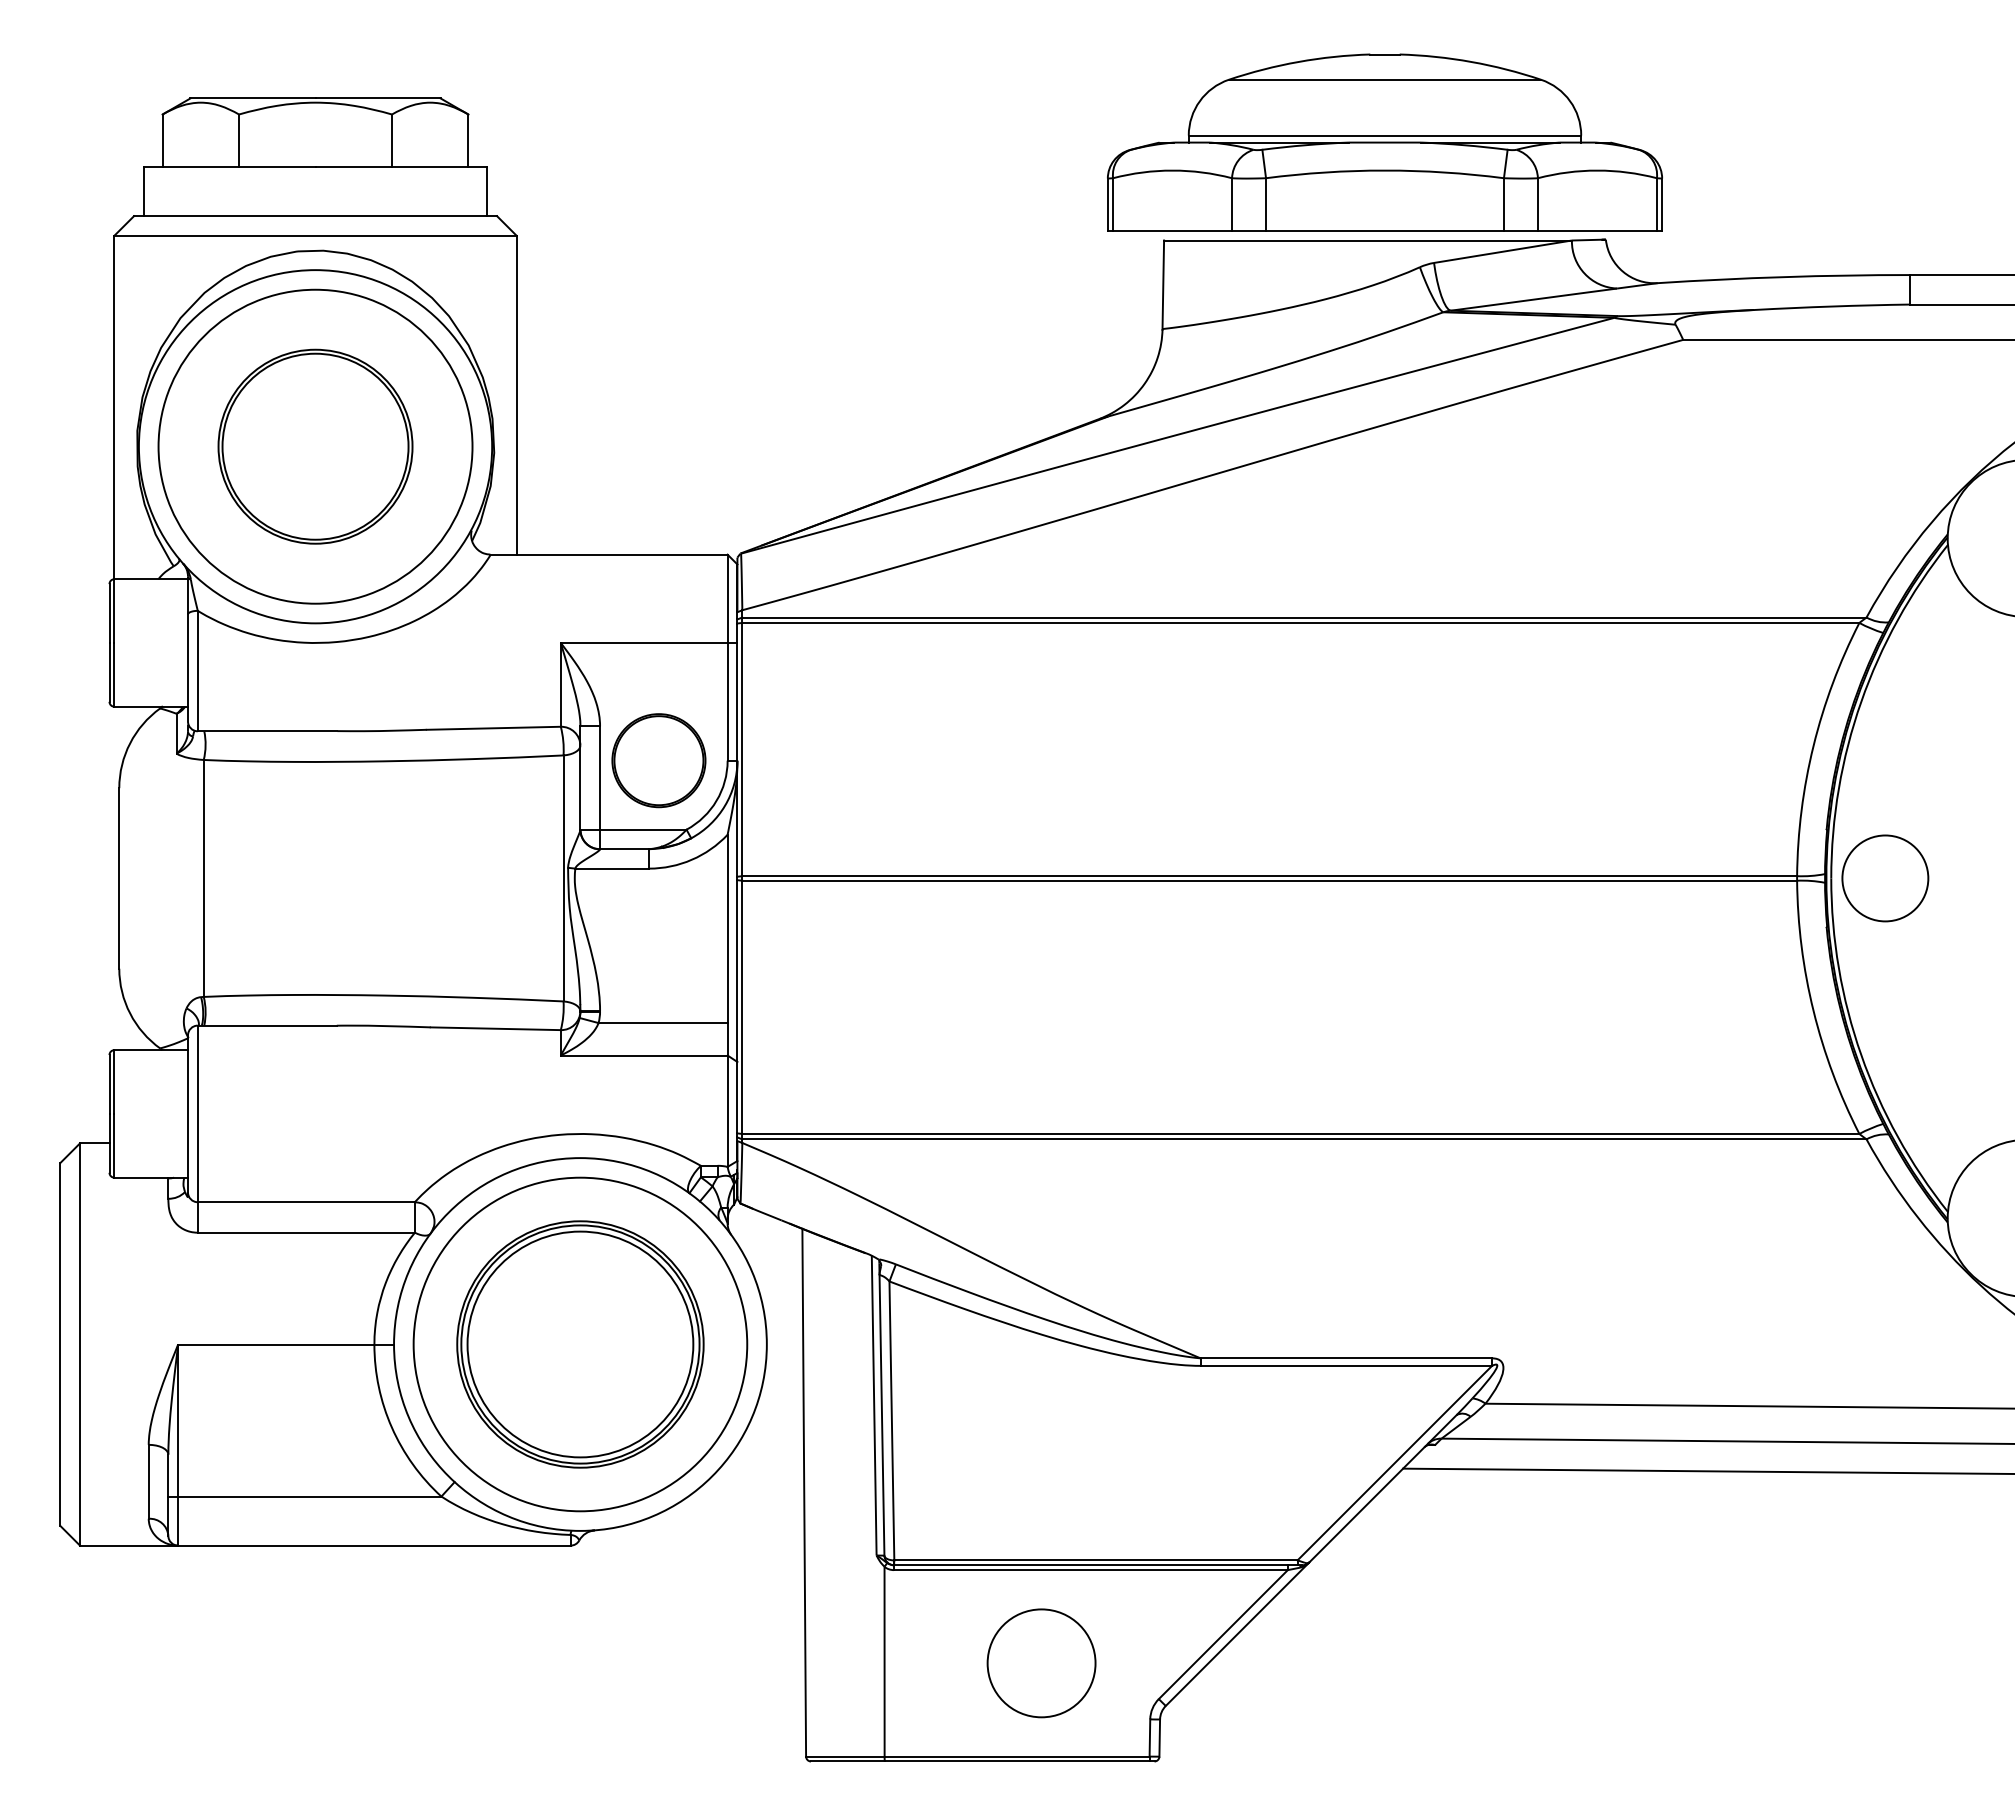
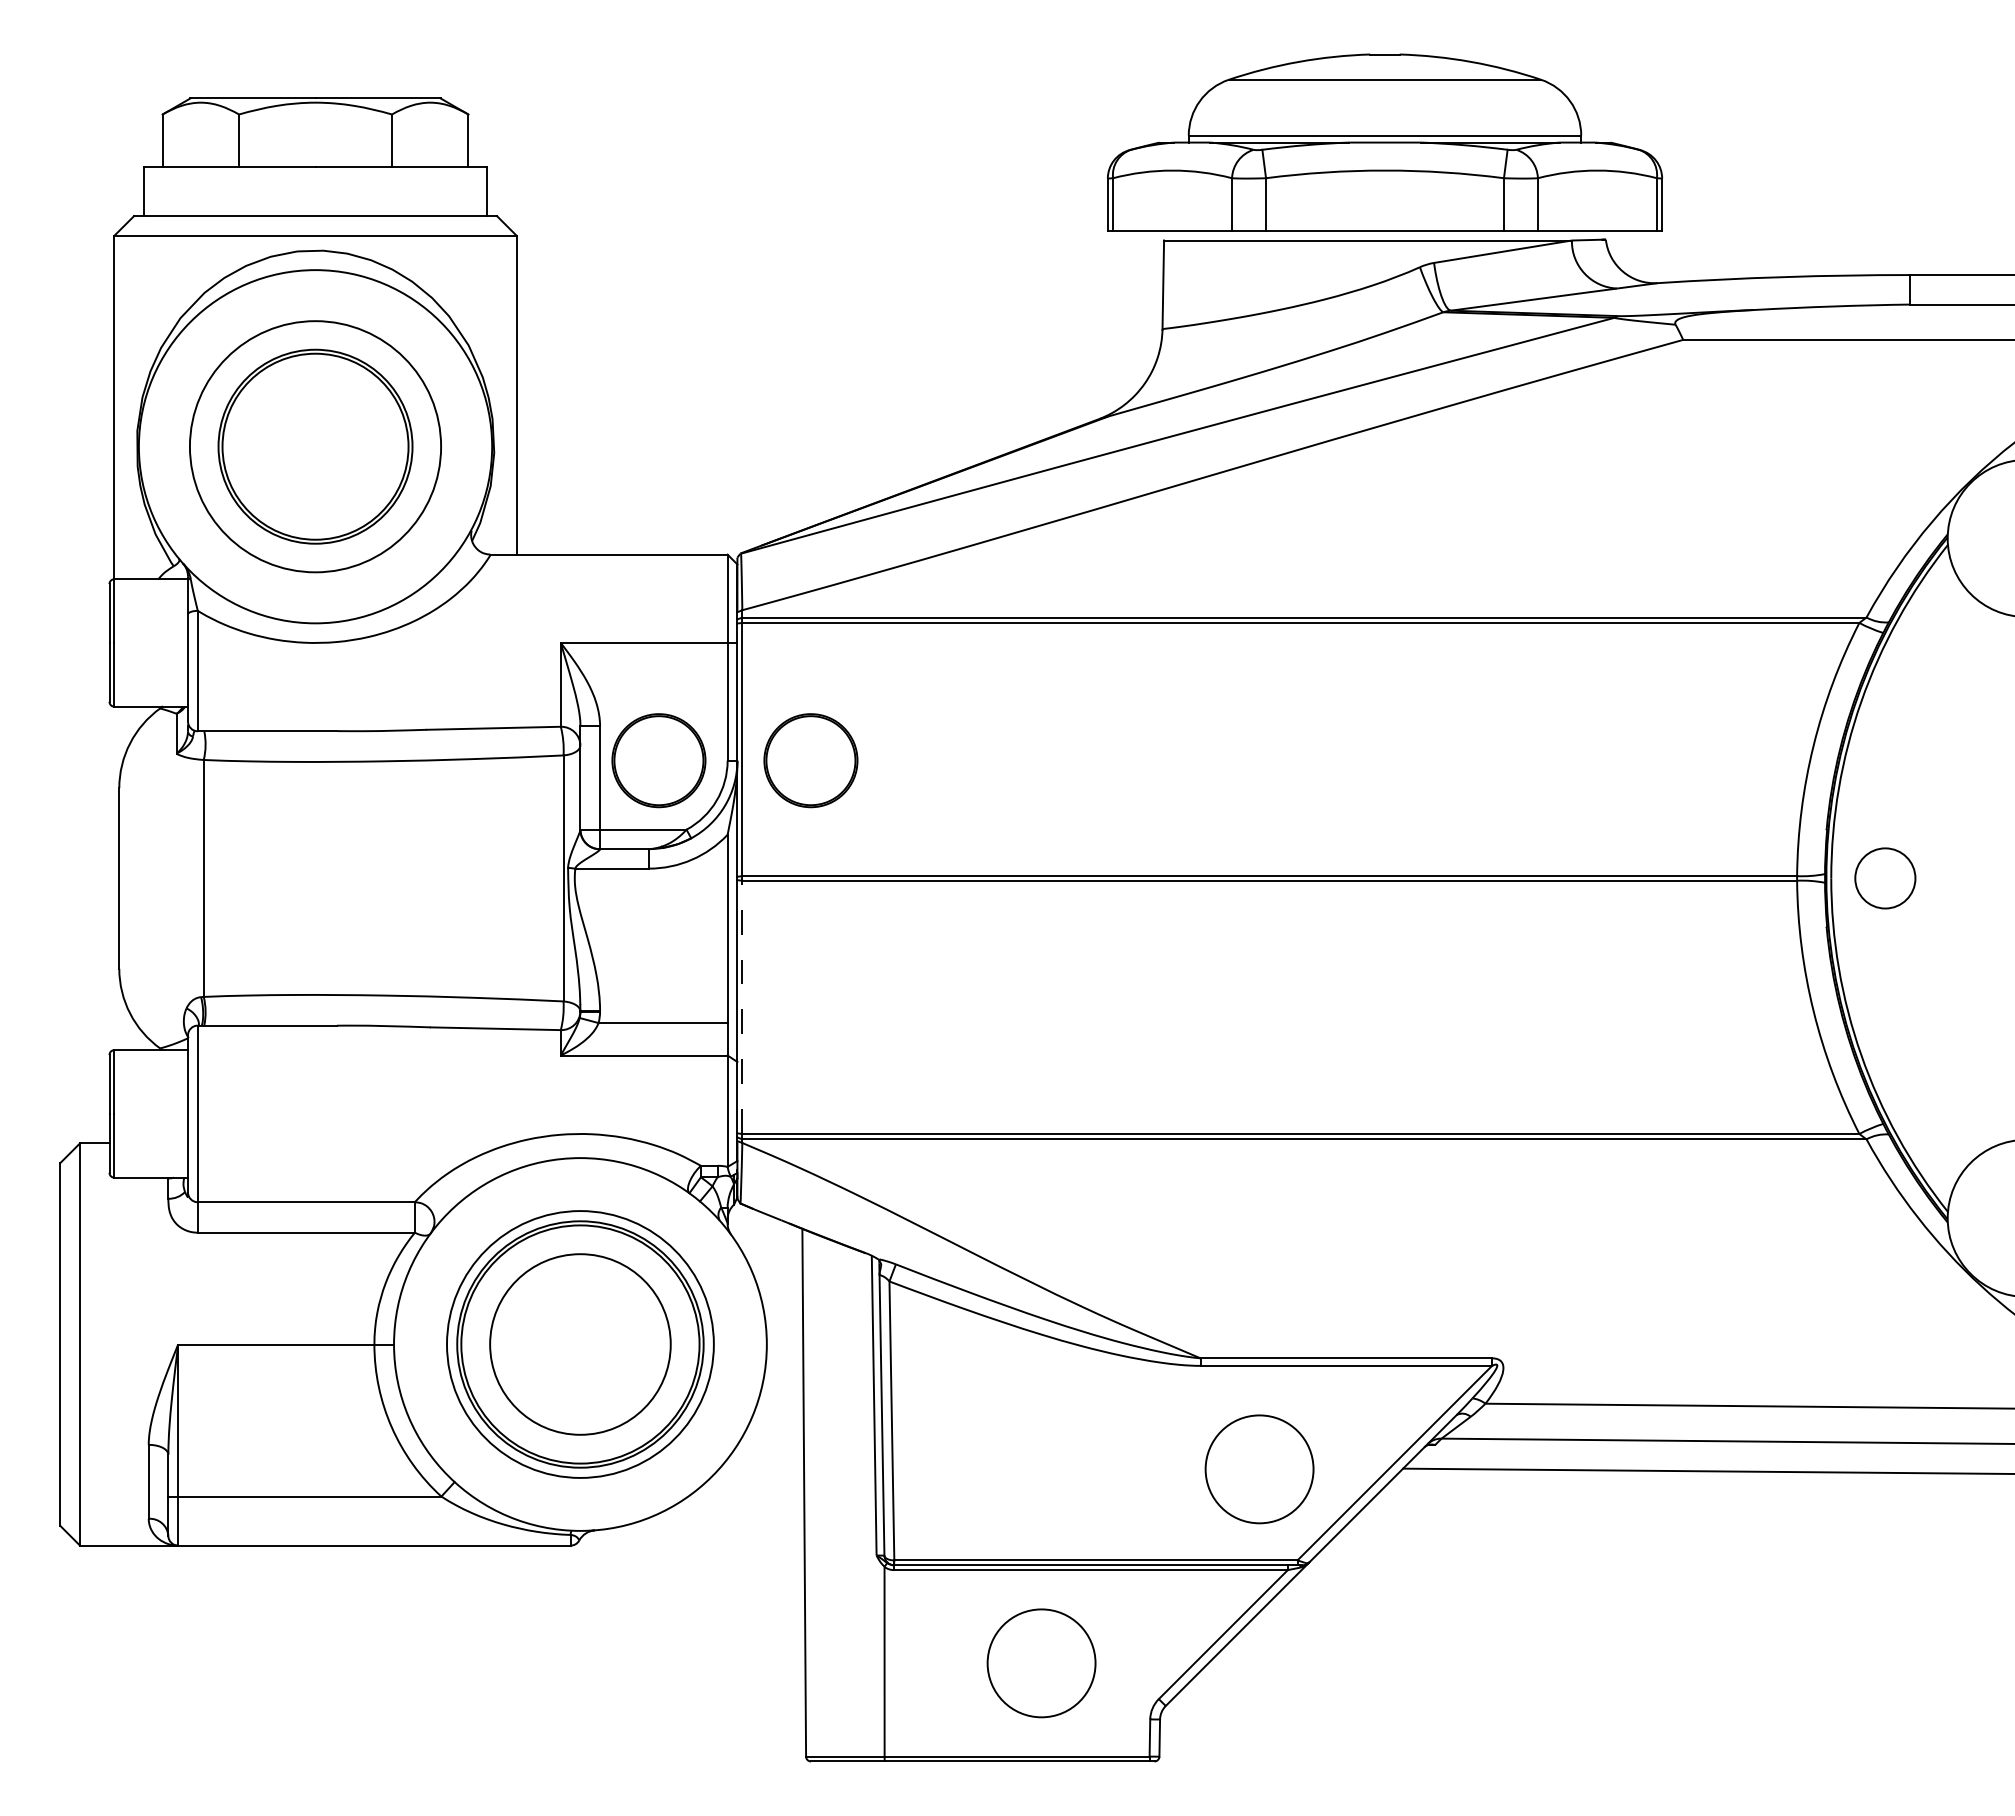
circle at (315, 446) diameter: 314 px -> 251 px
part at (810, 760): none -> present
circle at (1885, 878) diameter: 86 px -> 60 px
line at (742, 1007): solid -> dashed
circle at (580, 1344) diameter: 226 px -> 181 px
circle at (580, 1344) diameter: 334 px -> 267 px
circle at (1259, 1469): none -> present
